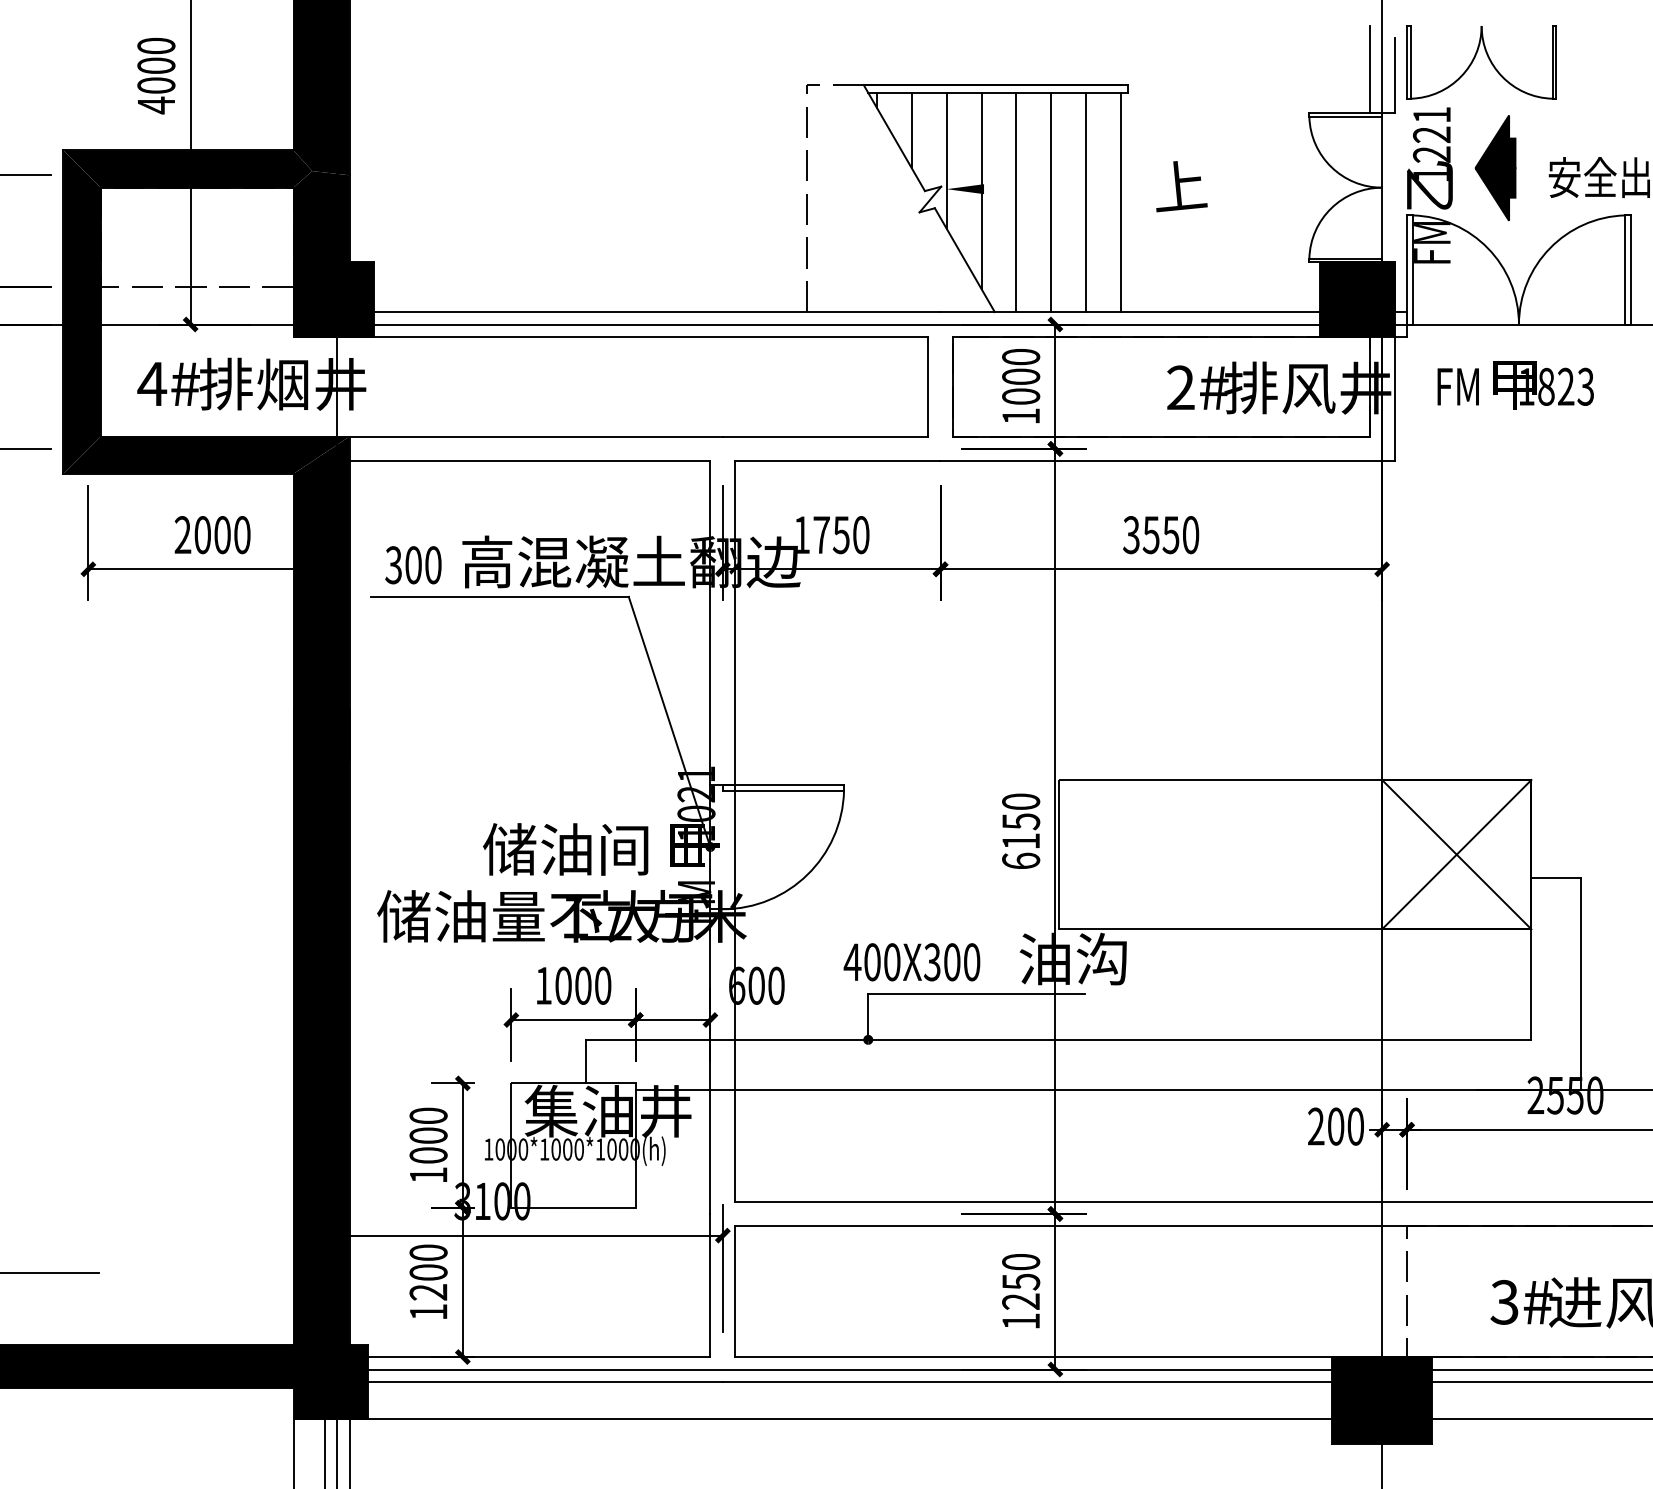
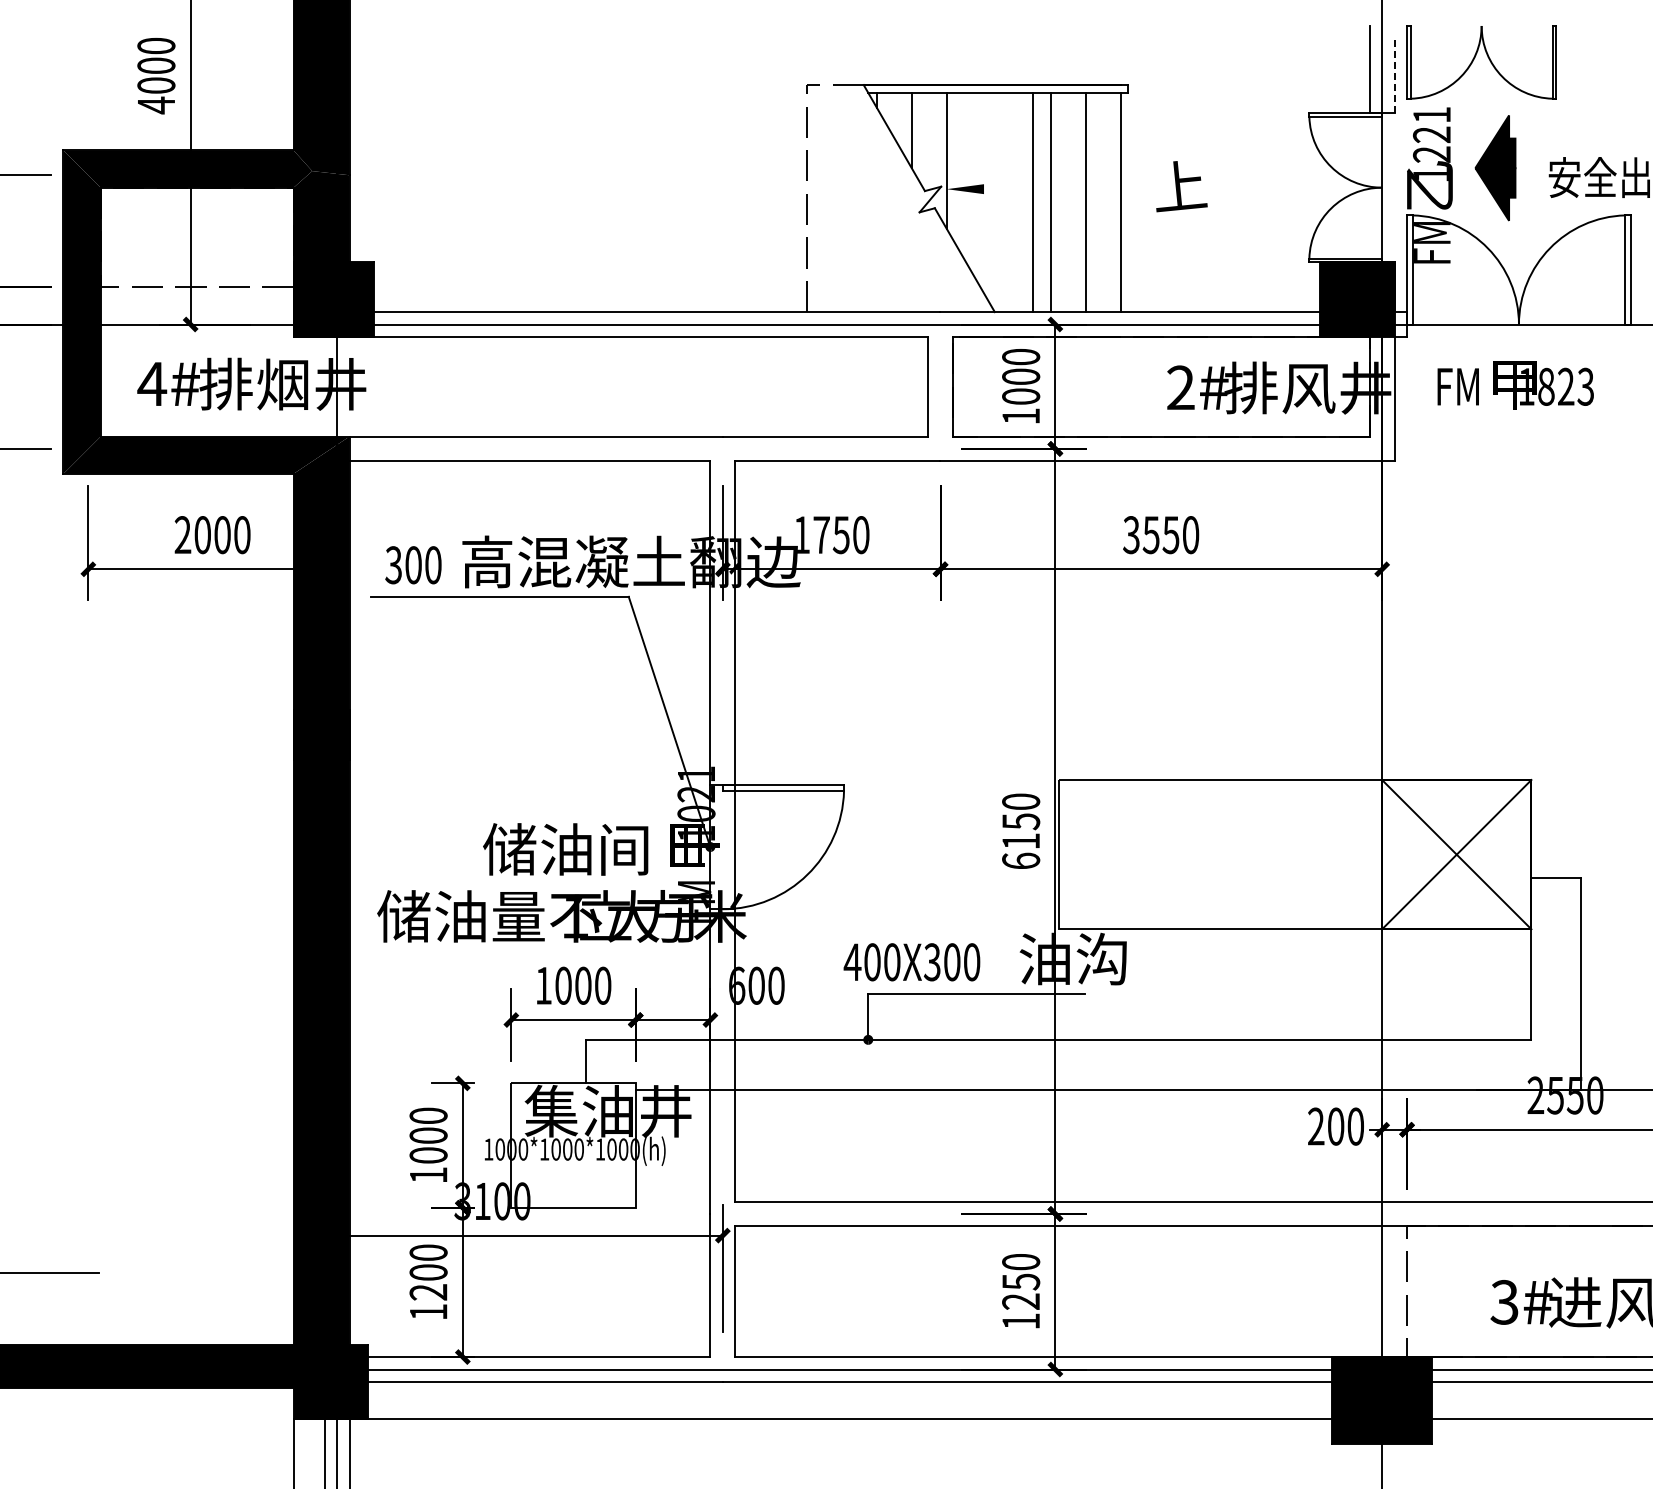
line at (1394, 75): solid -> dashed
line at (981, 190): present -> none
line at (1016, 202) position: (1016, 202) -> (1033, 202)
